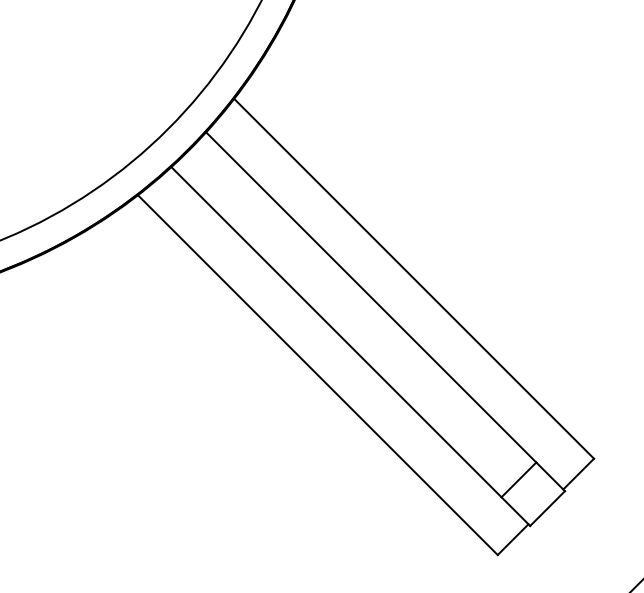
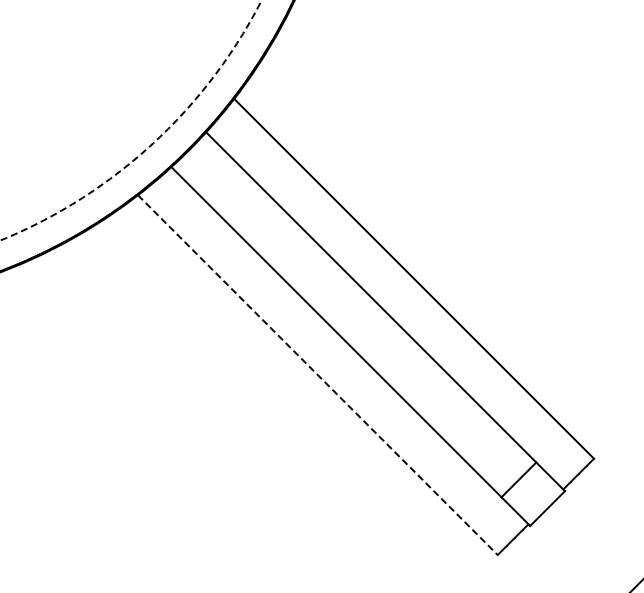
circle at (130, 120): solid -> dashed
line at (318, 375): solid -> dashed
